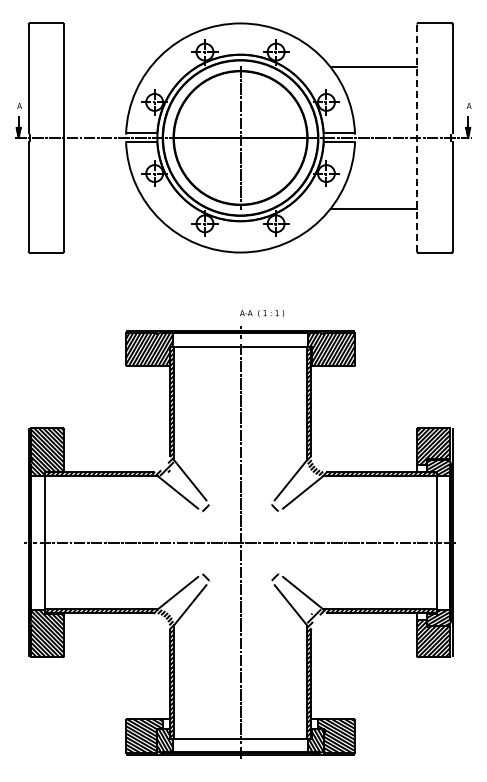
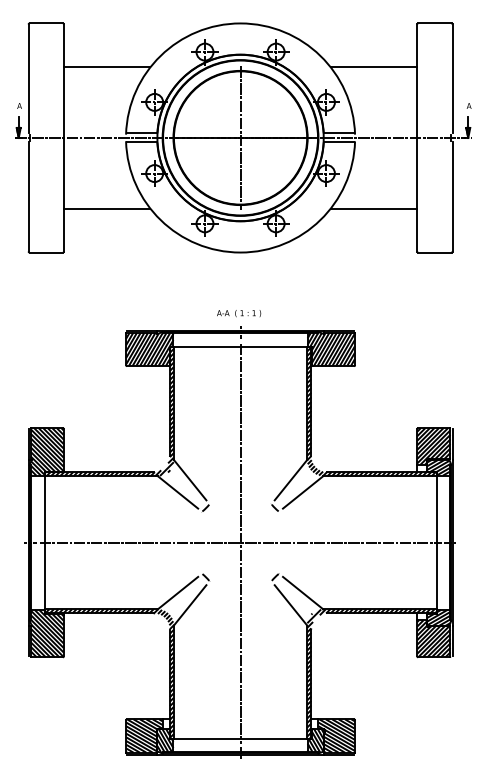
line at (106, 67): none -> present
line at (417, 138): dashed -> solid
line at (106, 208): none -> present
text at (262, 313) position: (262, 313) -> (239, 313)
